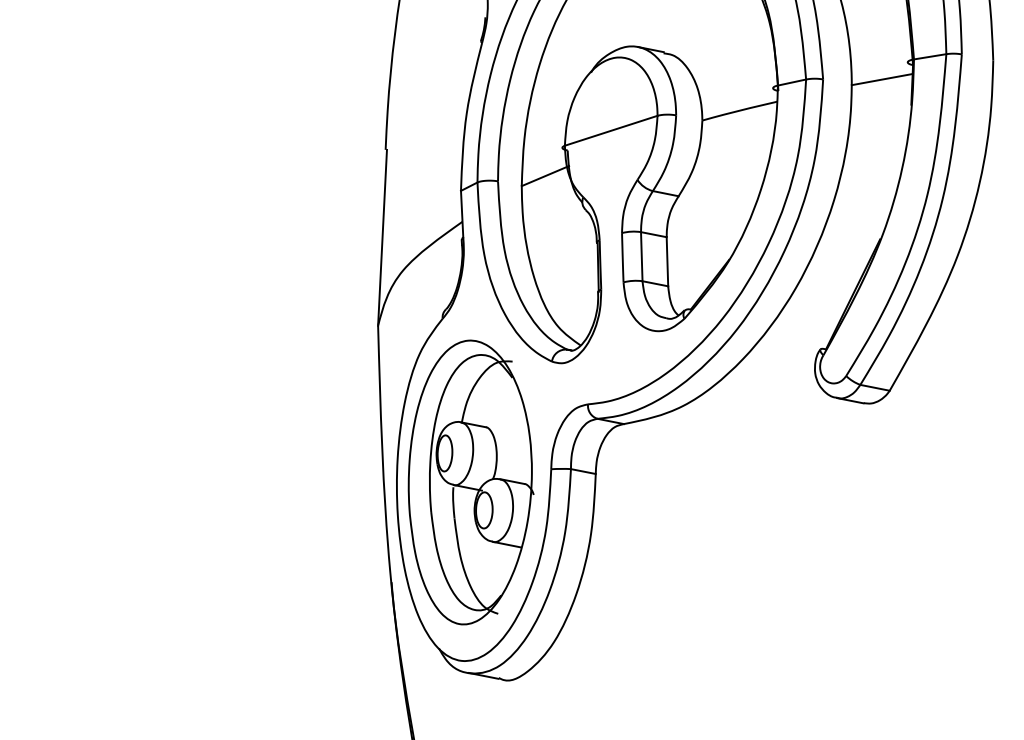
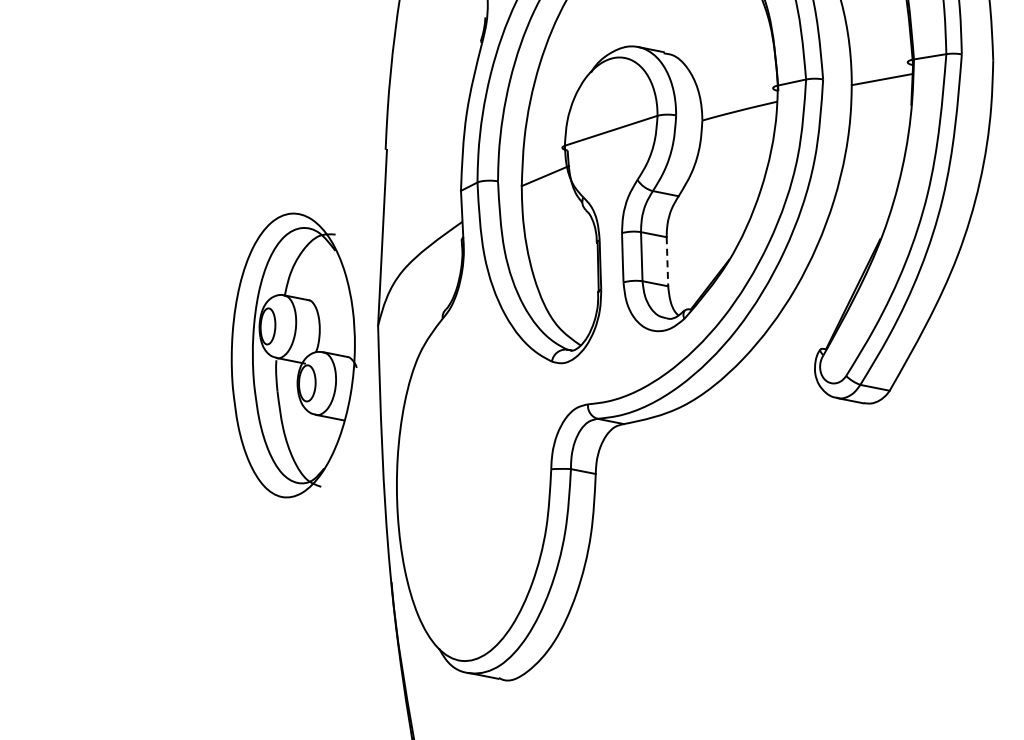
line at (667, 261): solid -> dashed
part at (470, 482) position: (470, 482) -> (293, 355)
